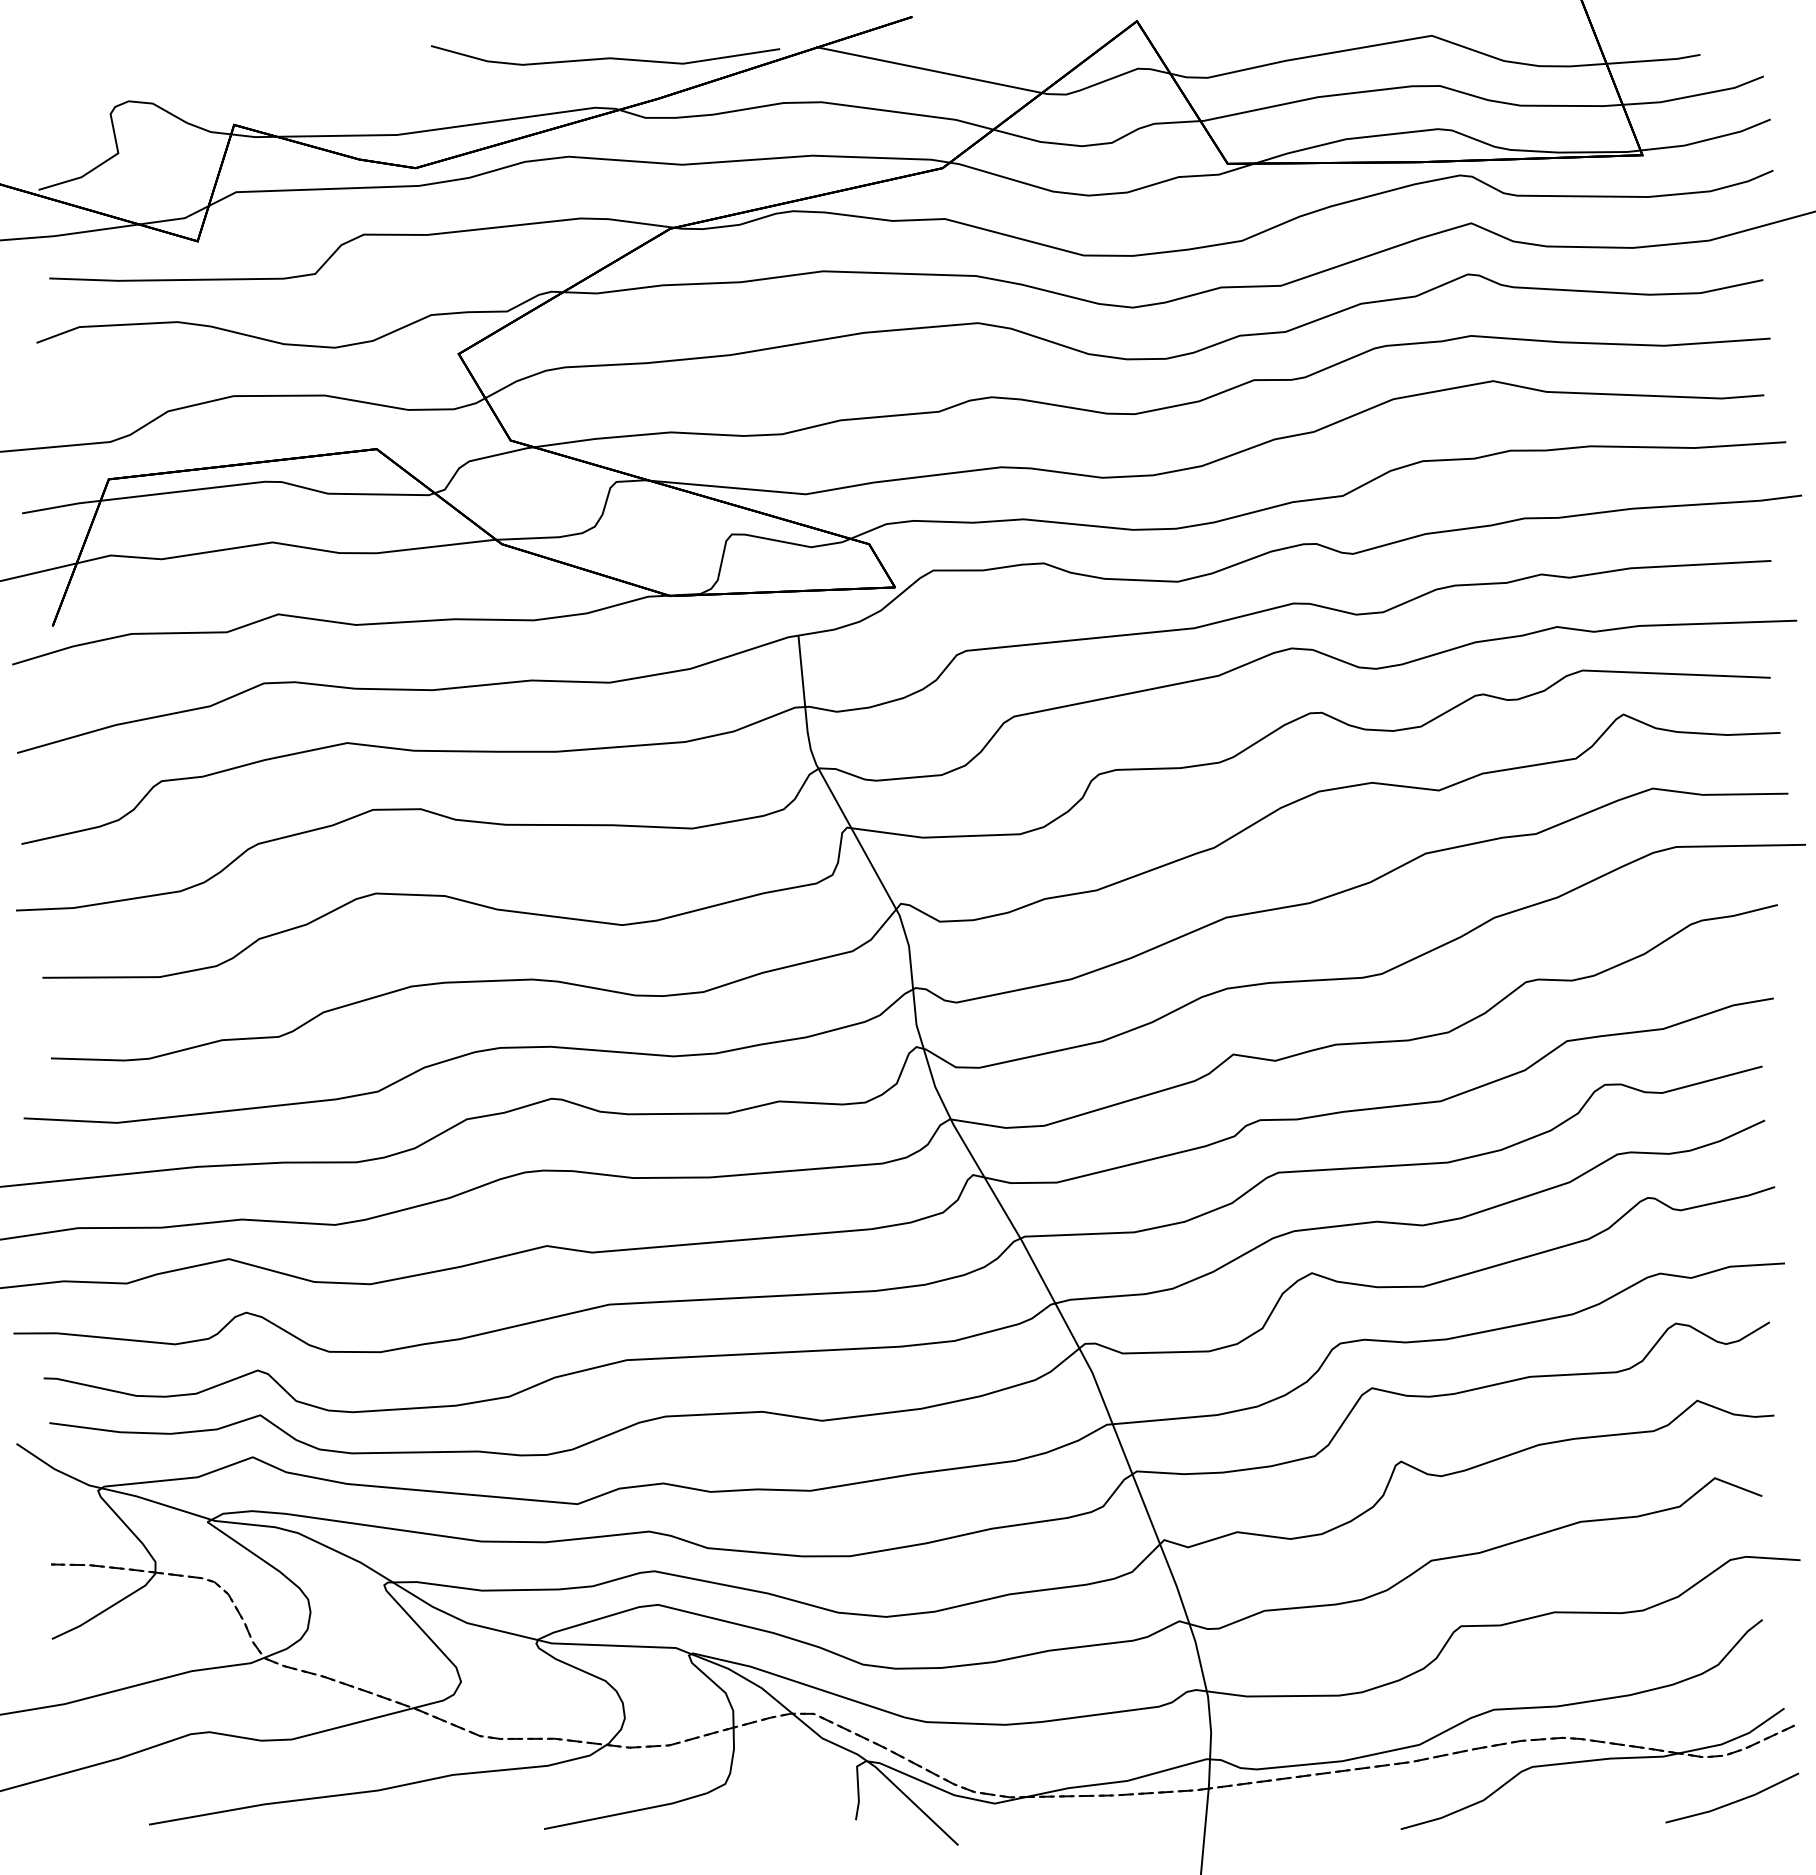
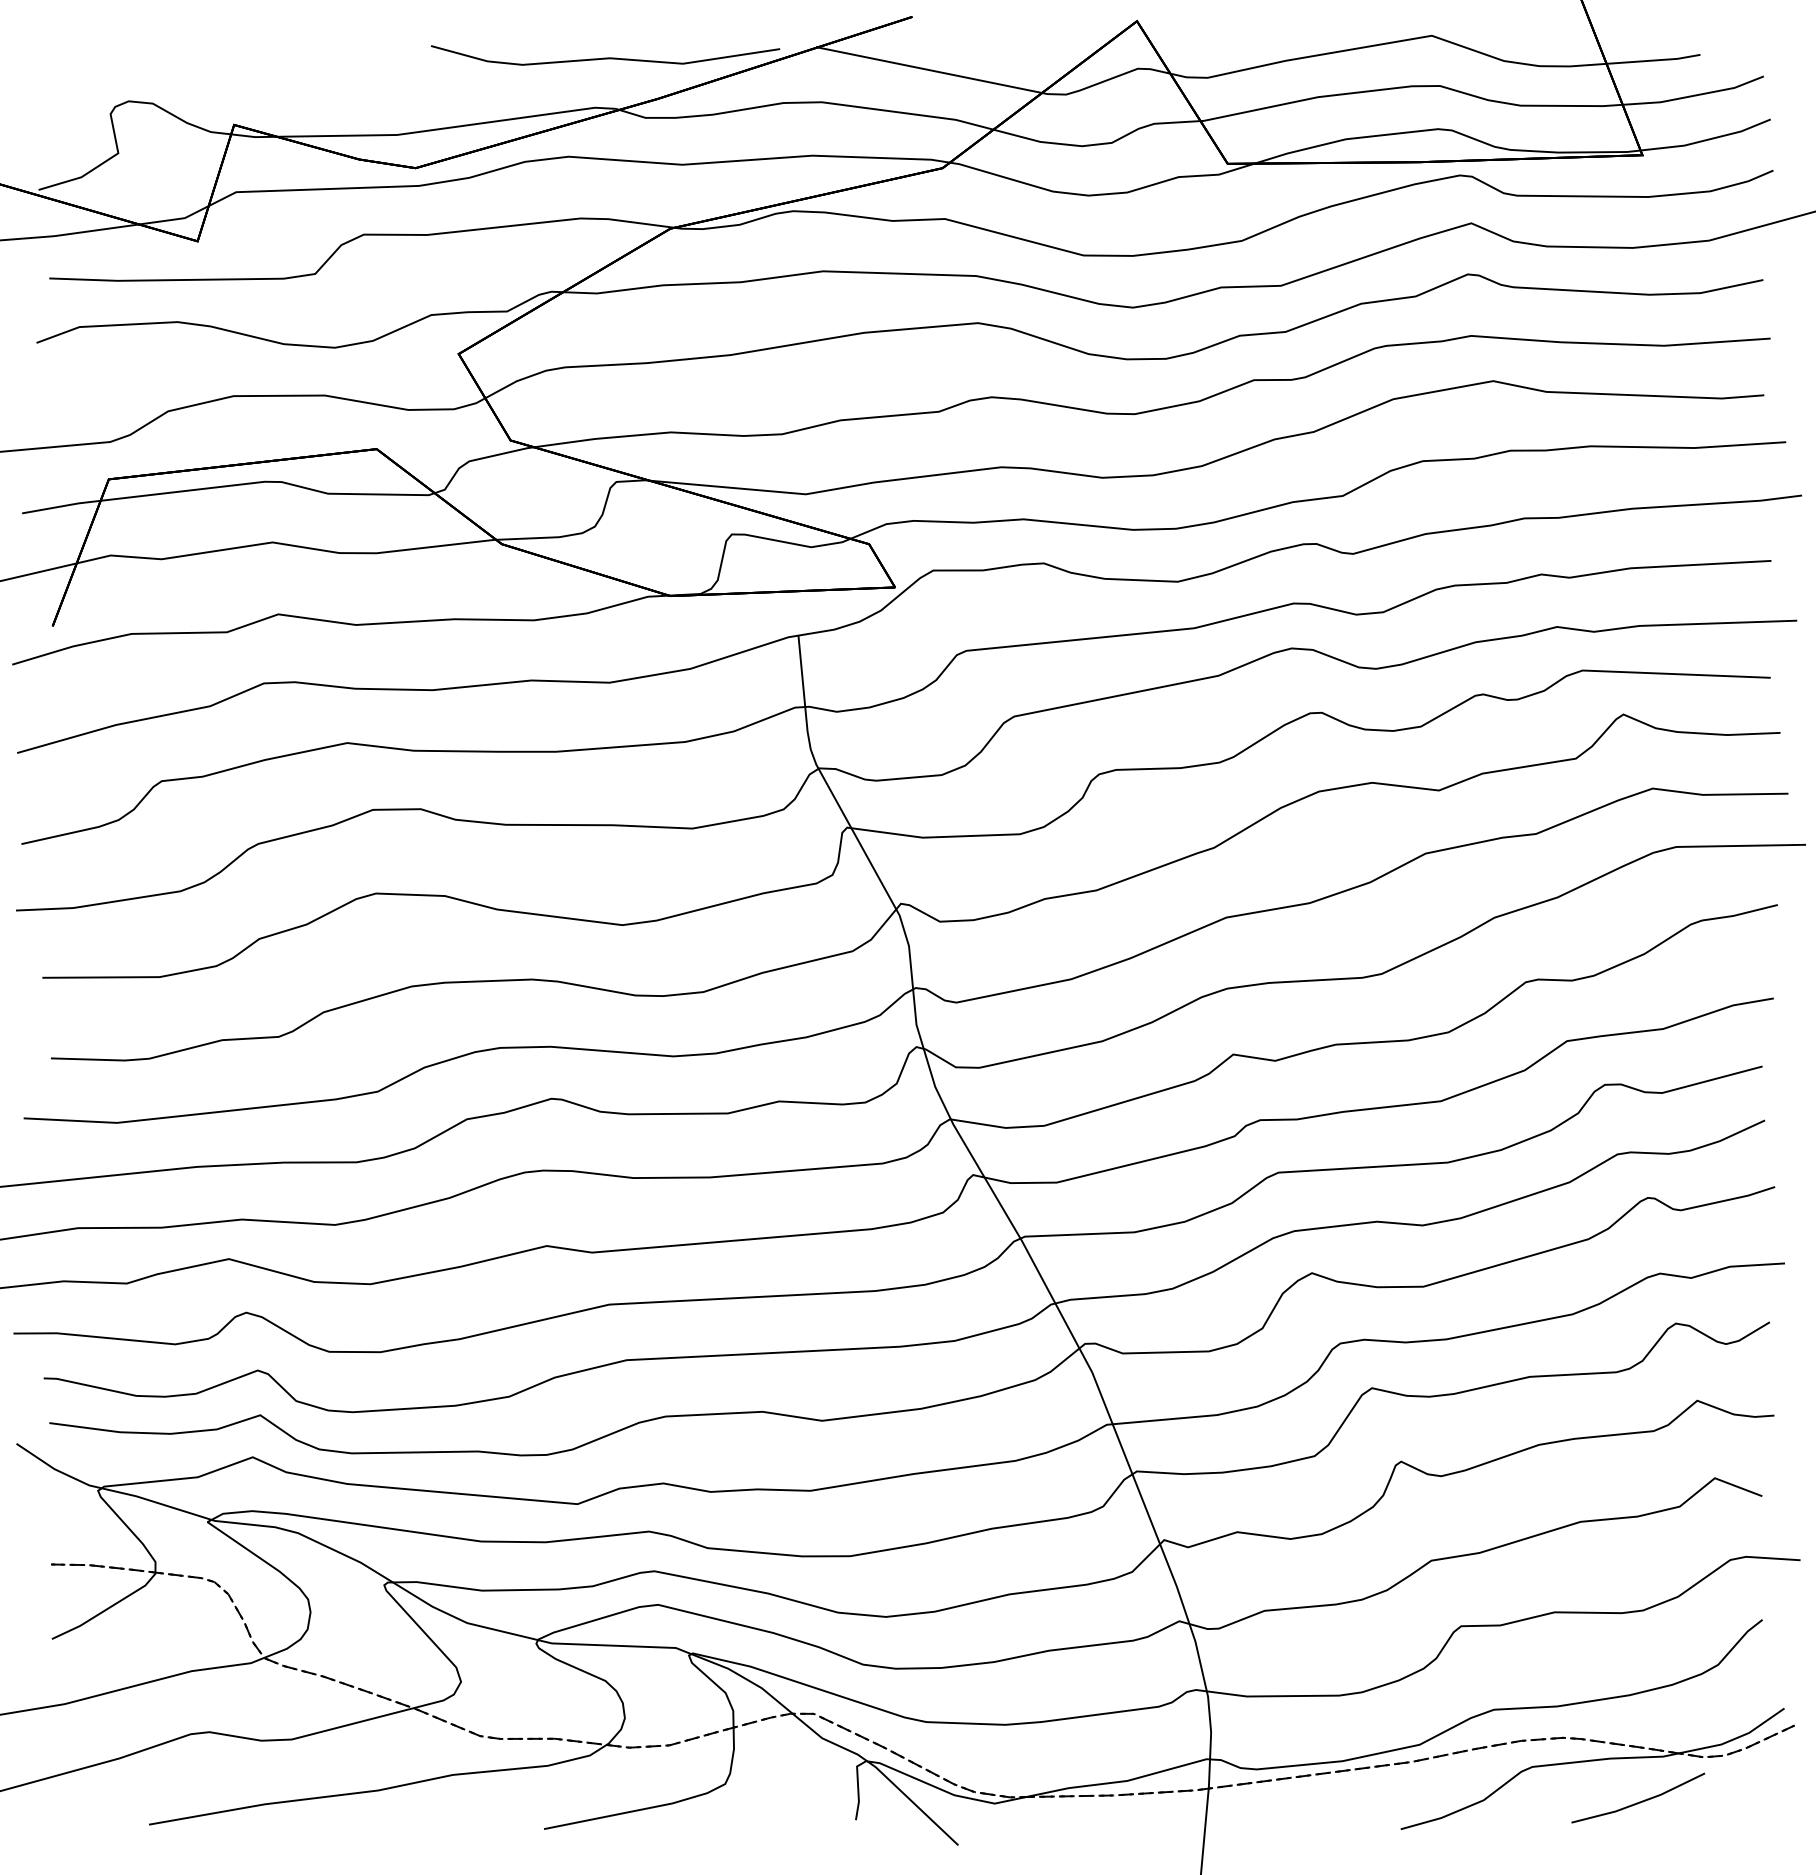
line at (1733, 1801) position: (1733, 1801) -> (1639, 1801)
